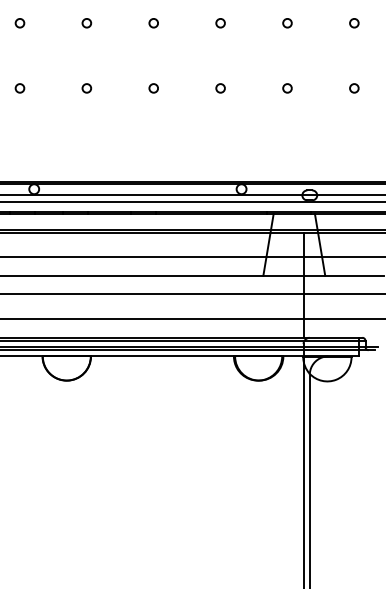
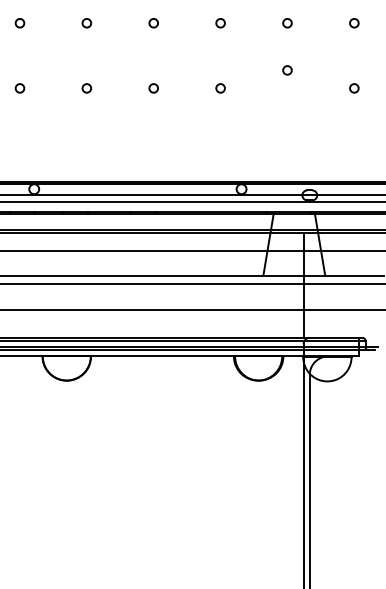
circle at (287, 88) position: (287, 88) -> (287, 70)
line at (192, 257) position: (192, 257) -> (192, 251)
line at (192, 294) position: (192, 294) -> (192, 284)
line at (192, 319) position: (192, 319) -> (192, 310)
